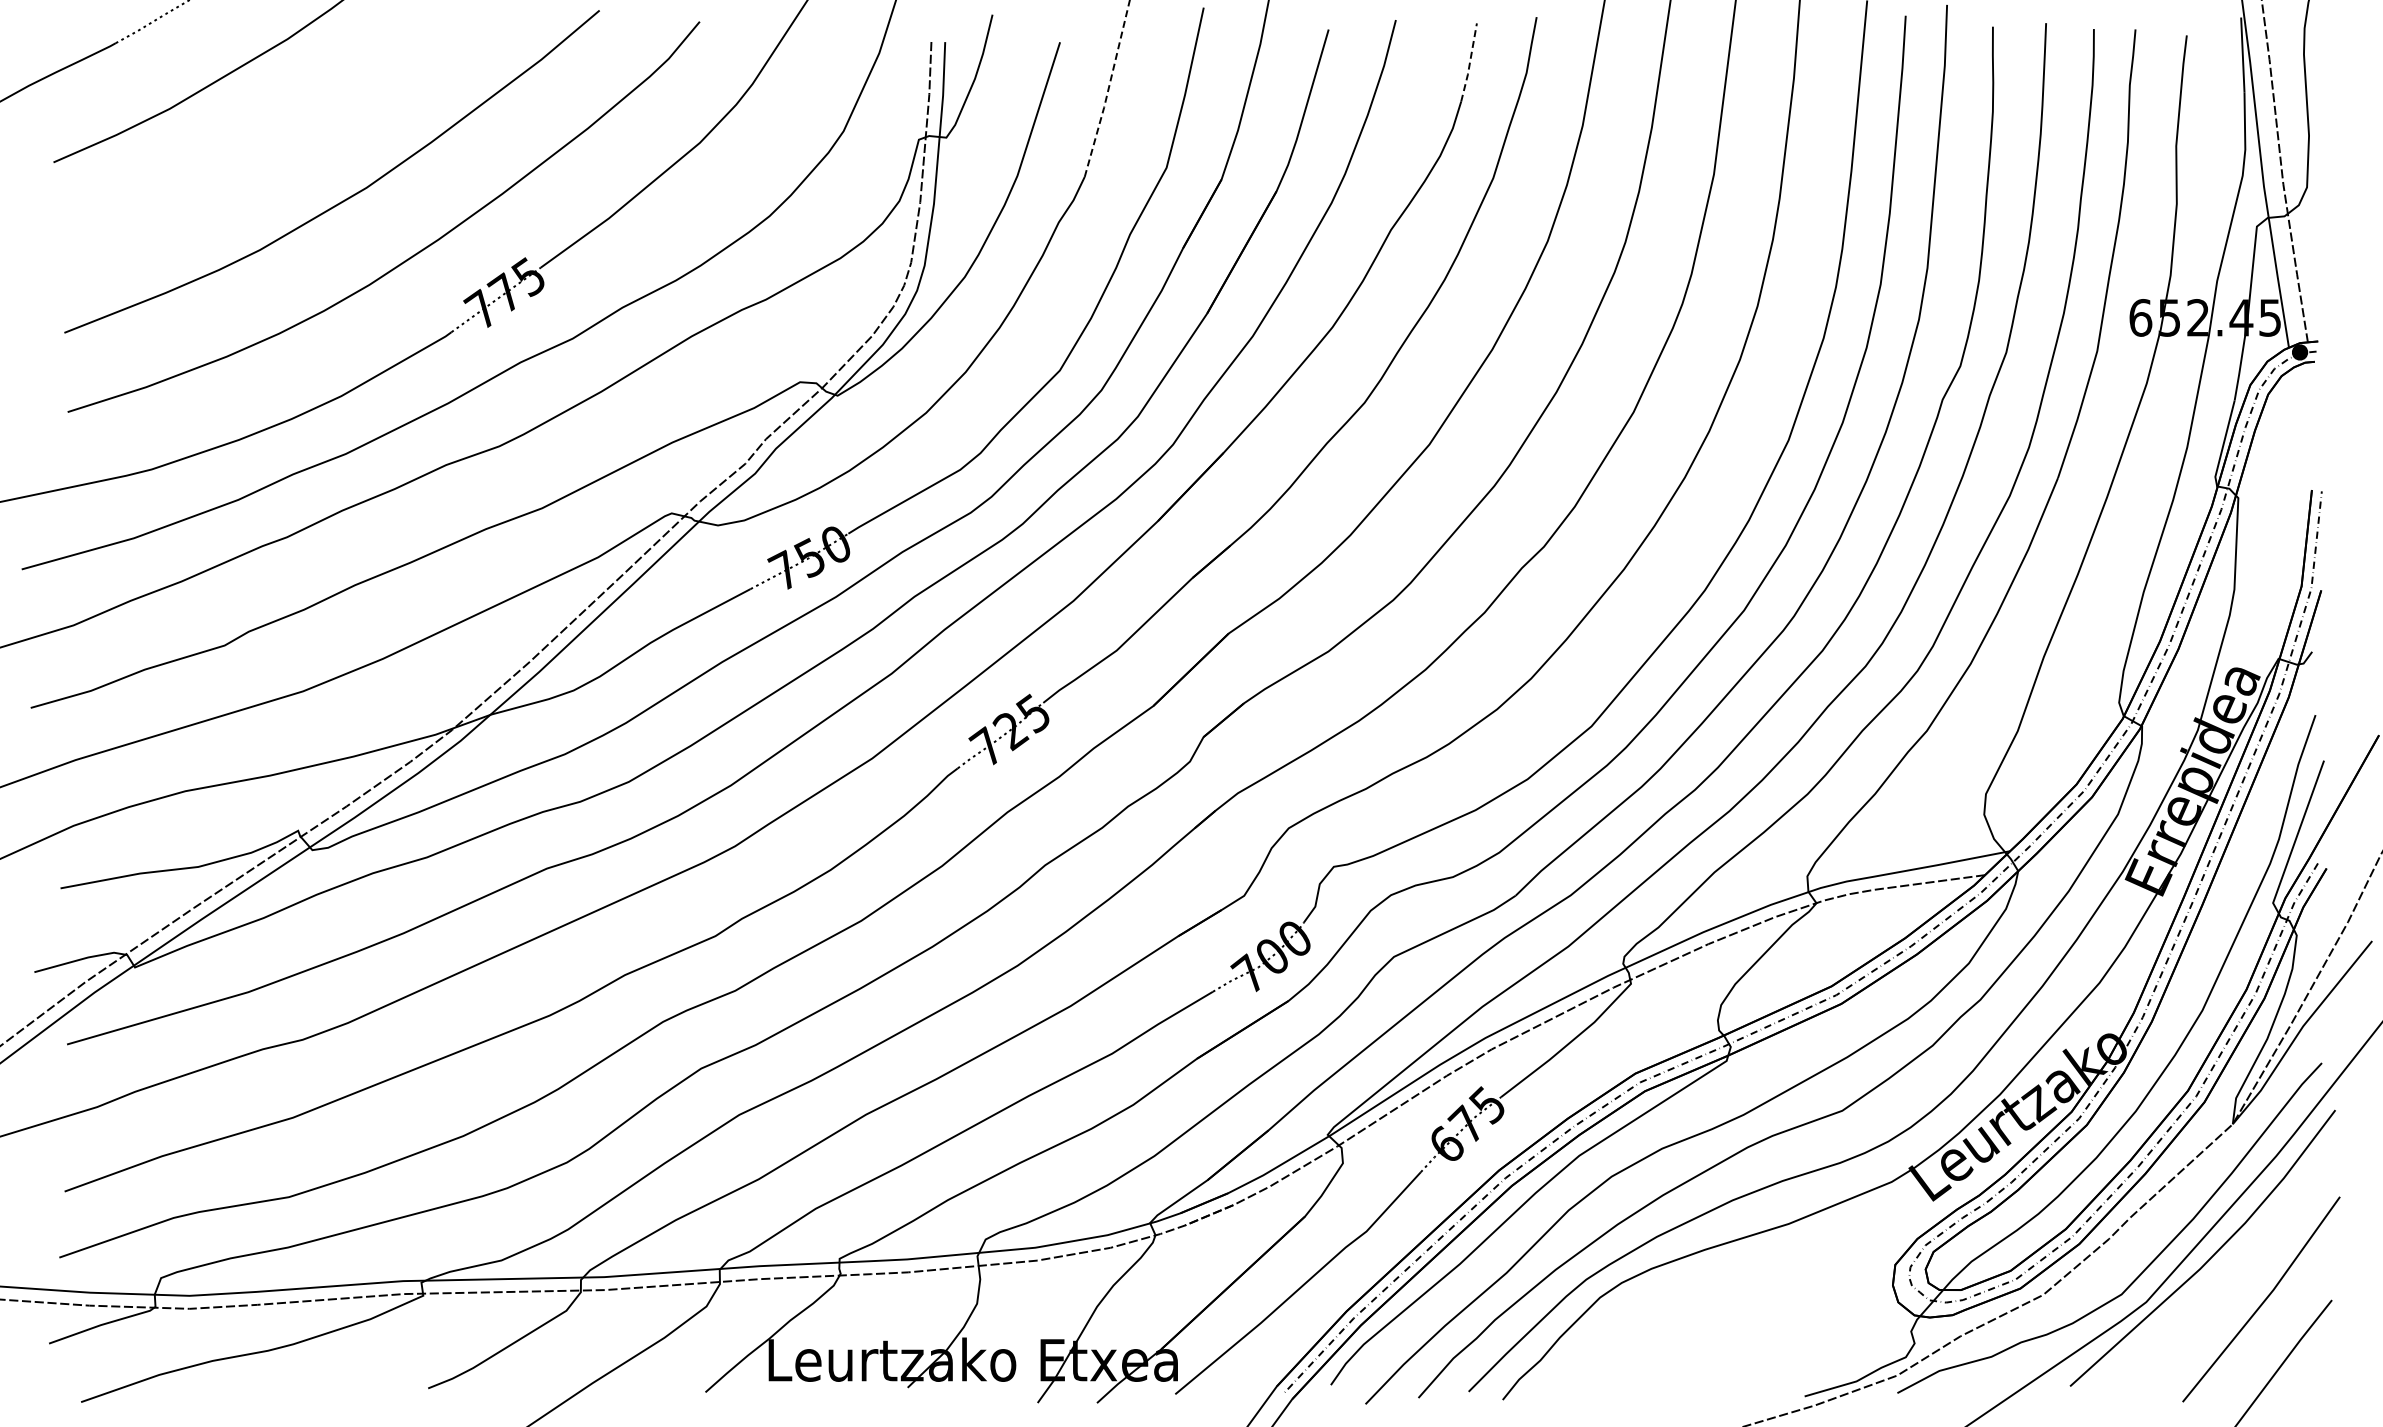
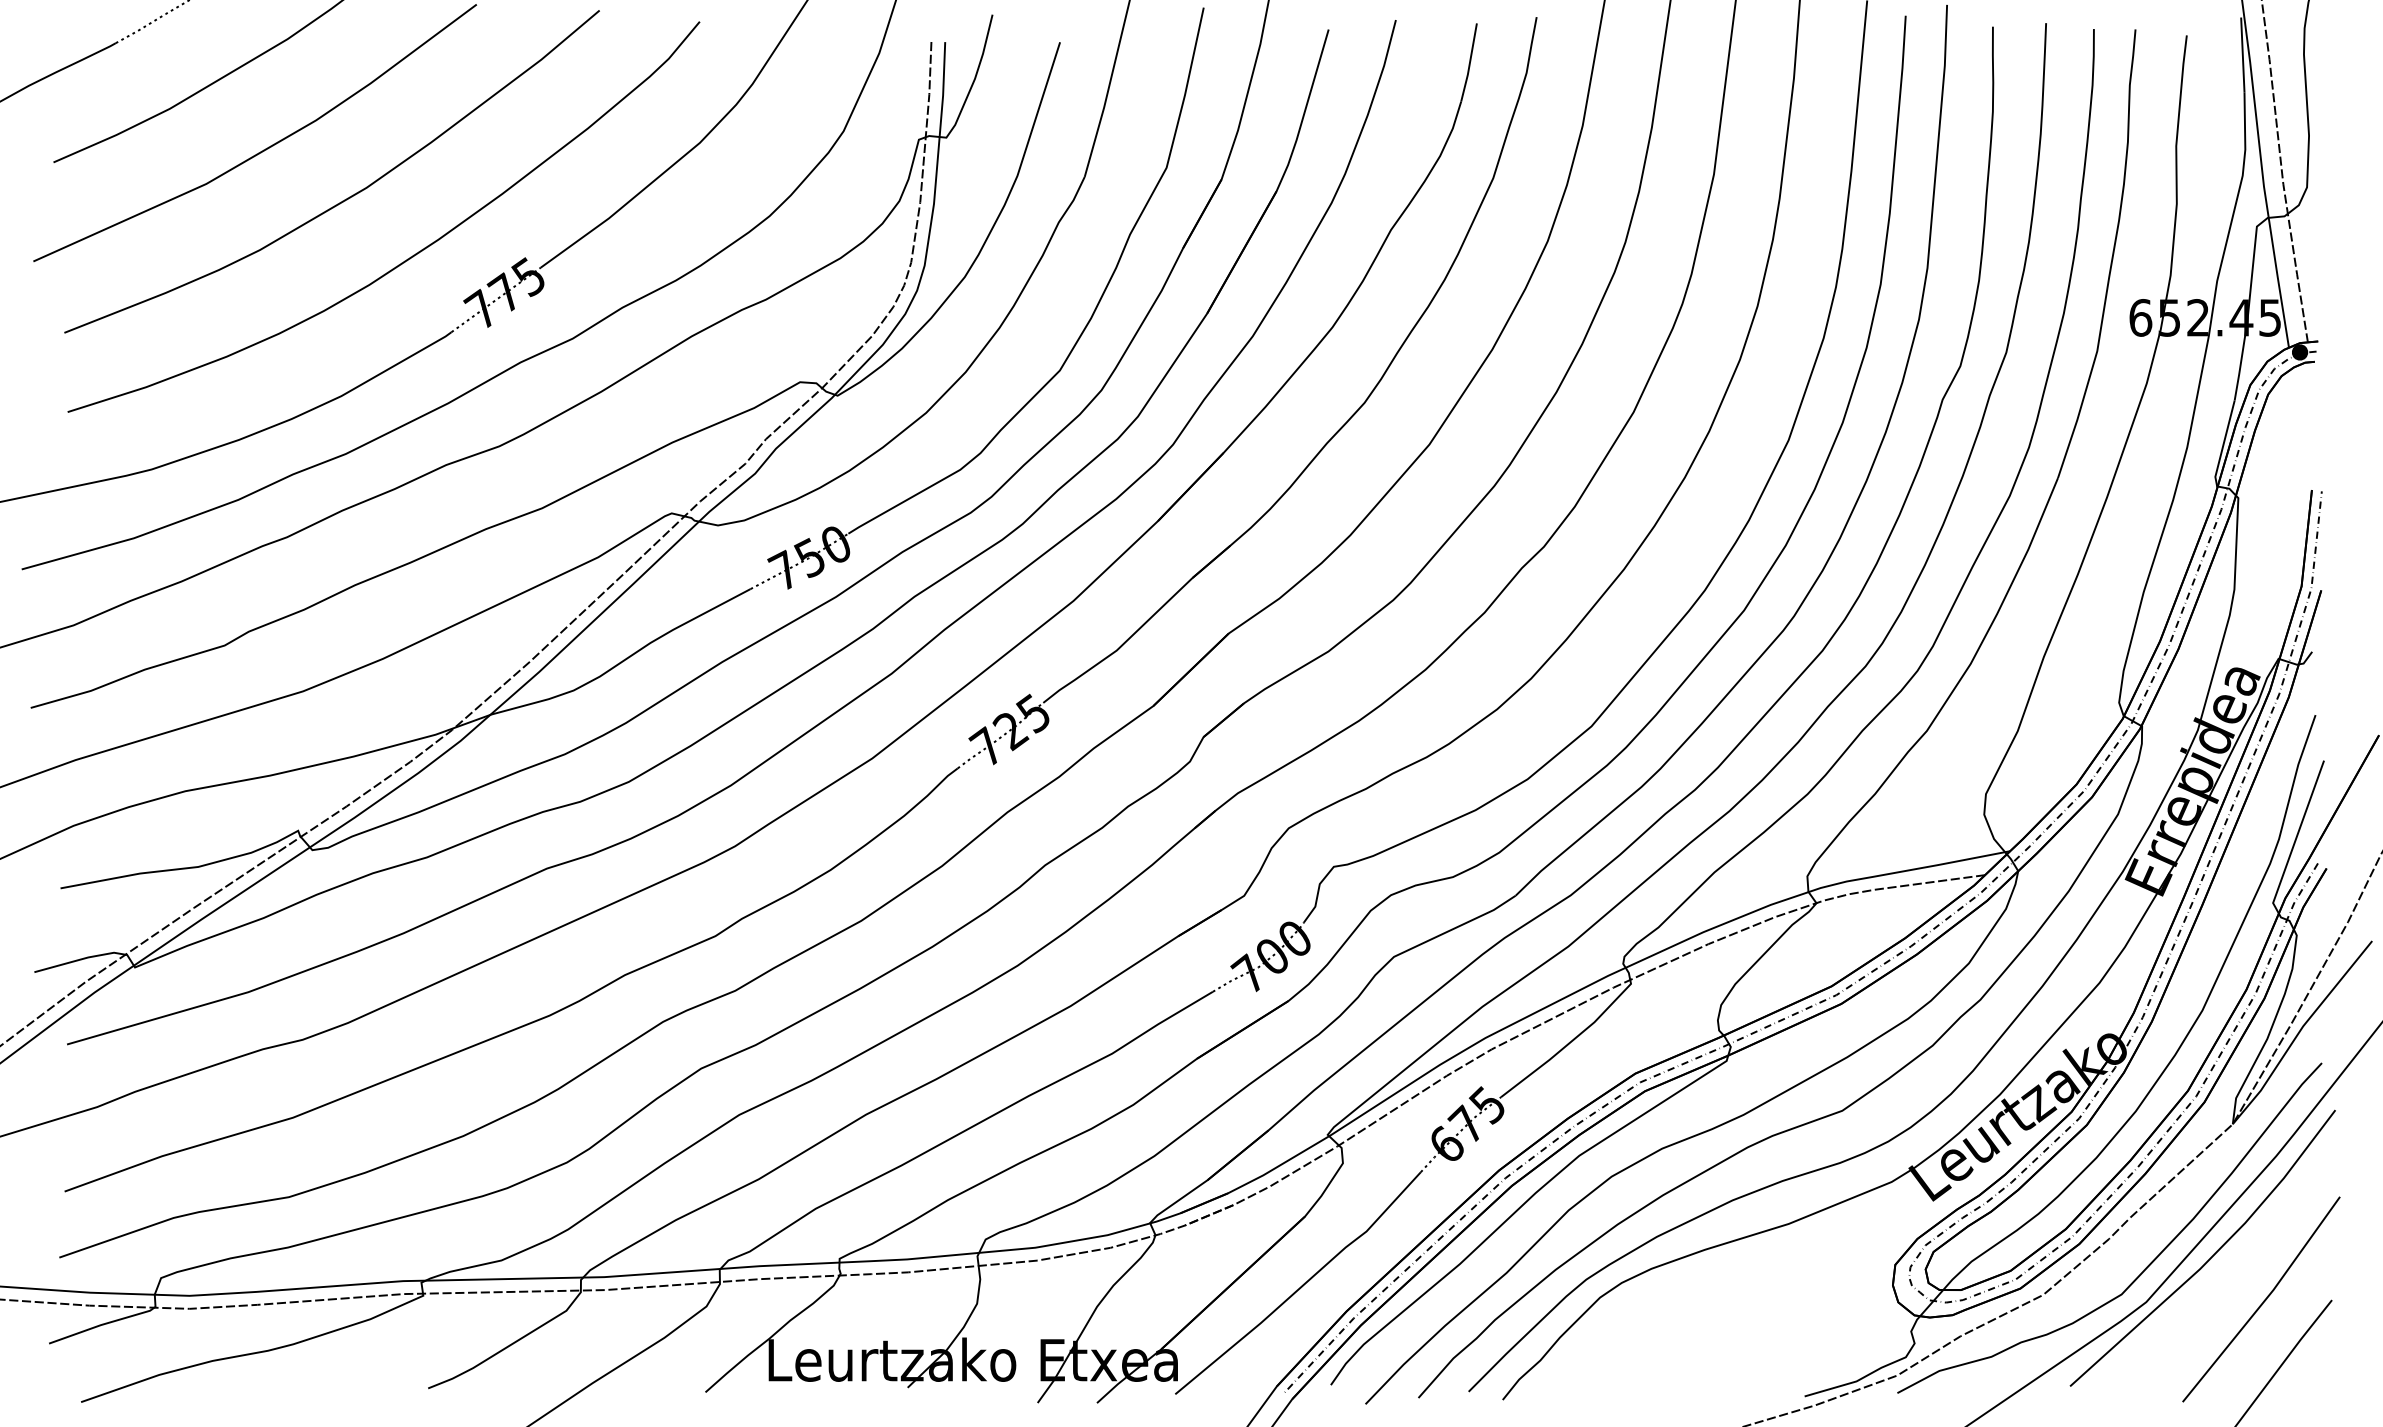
line at (1469, 63): dashed -> solid
line at (1108, 89): dashed -> solid
line at (263, 149): none -> present
